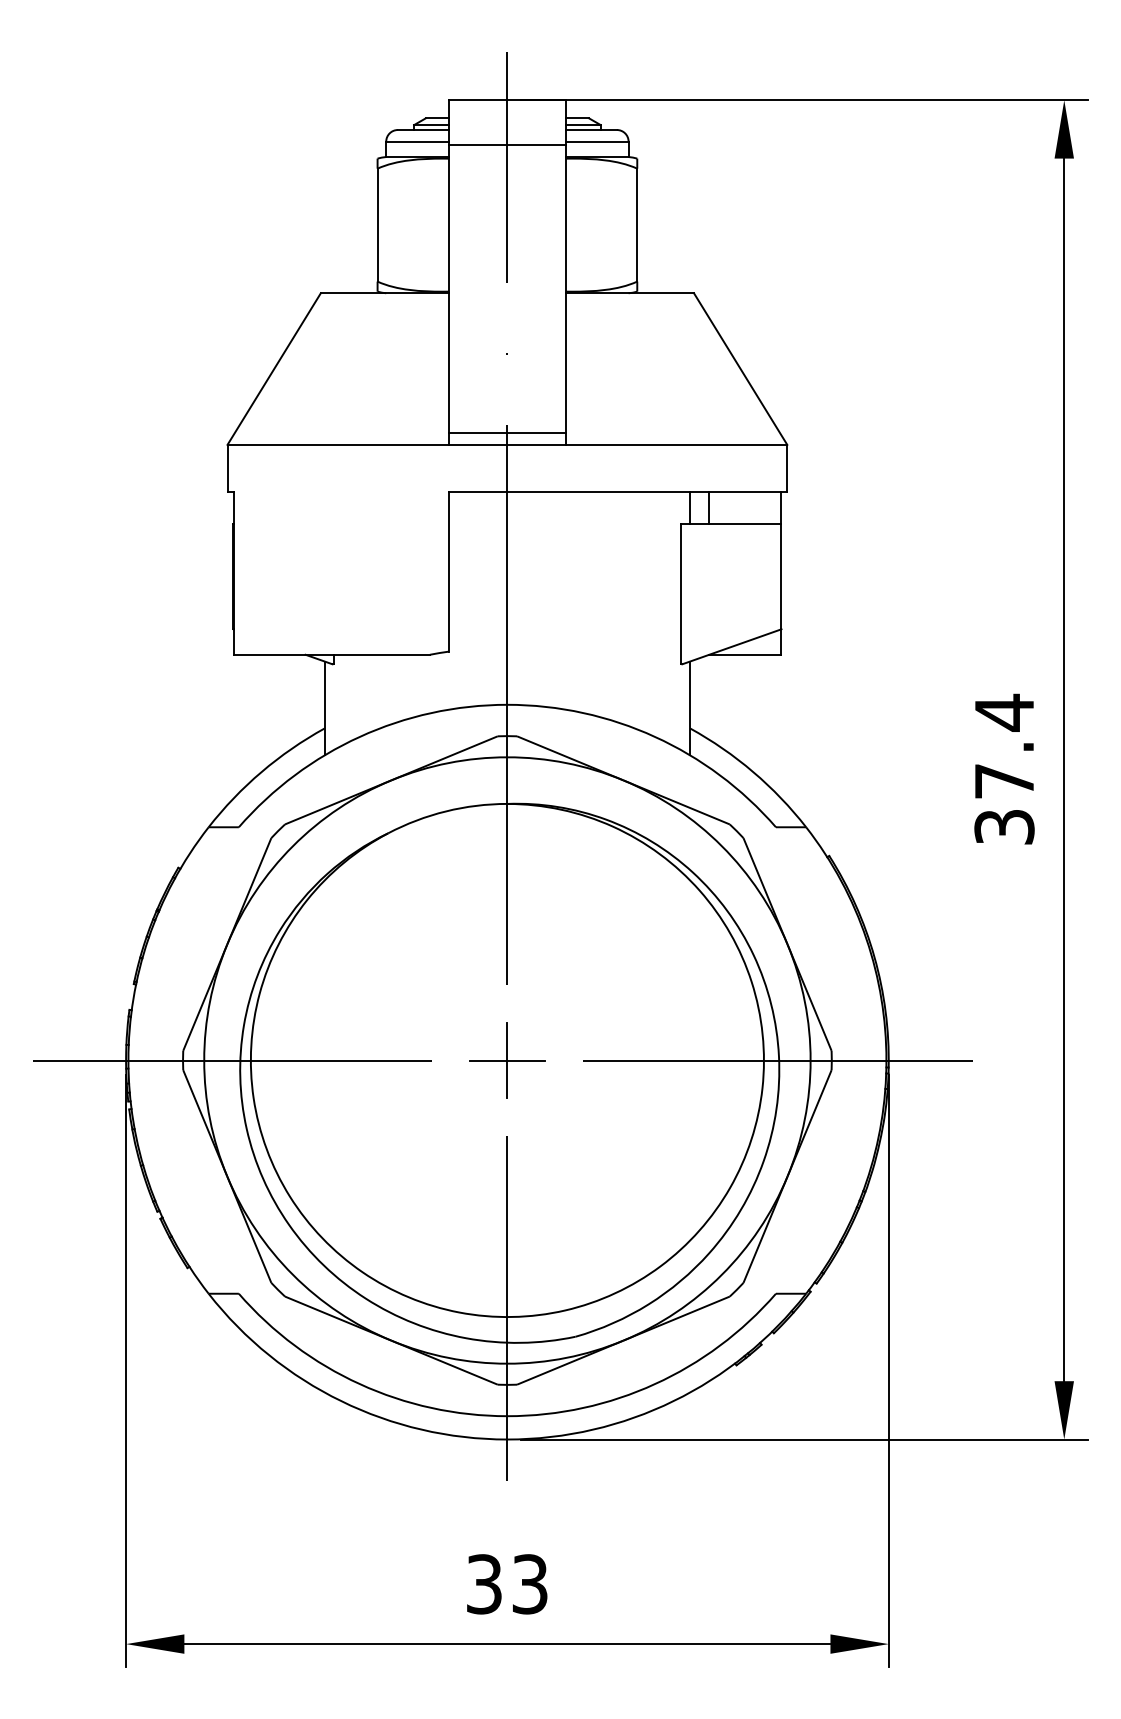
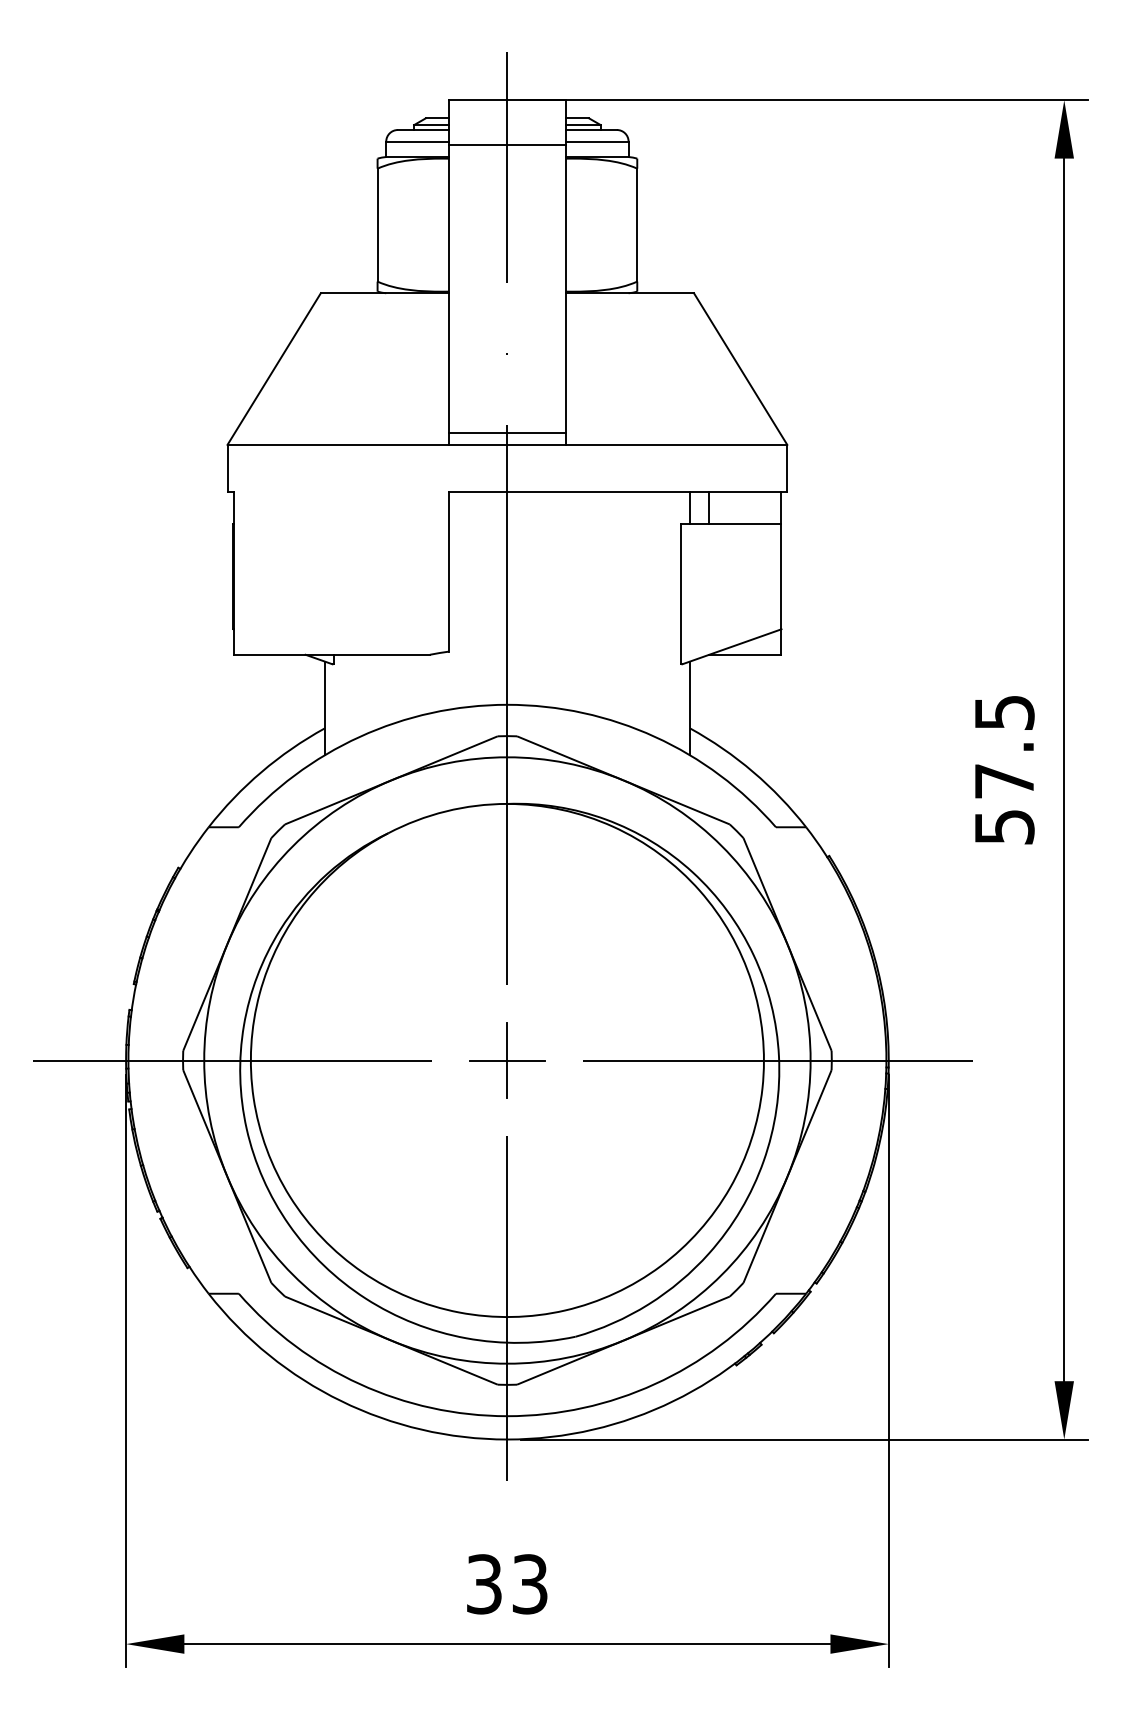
text at (1004, 768): 37.4 -> 57.5
